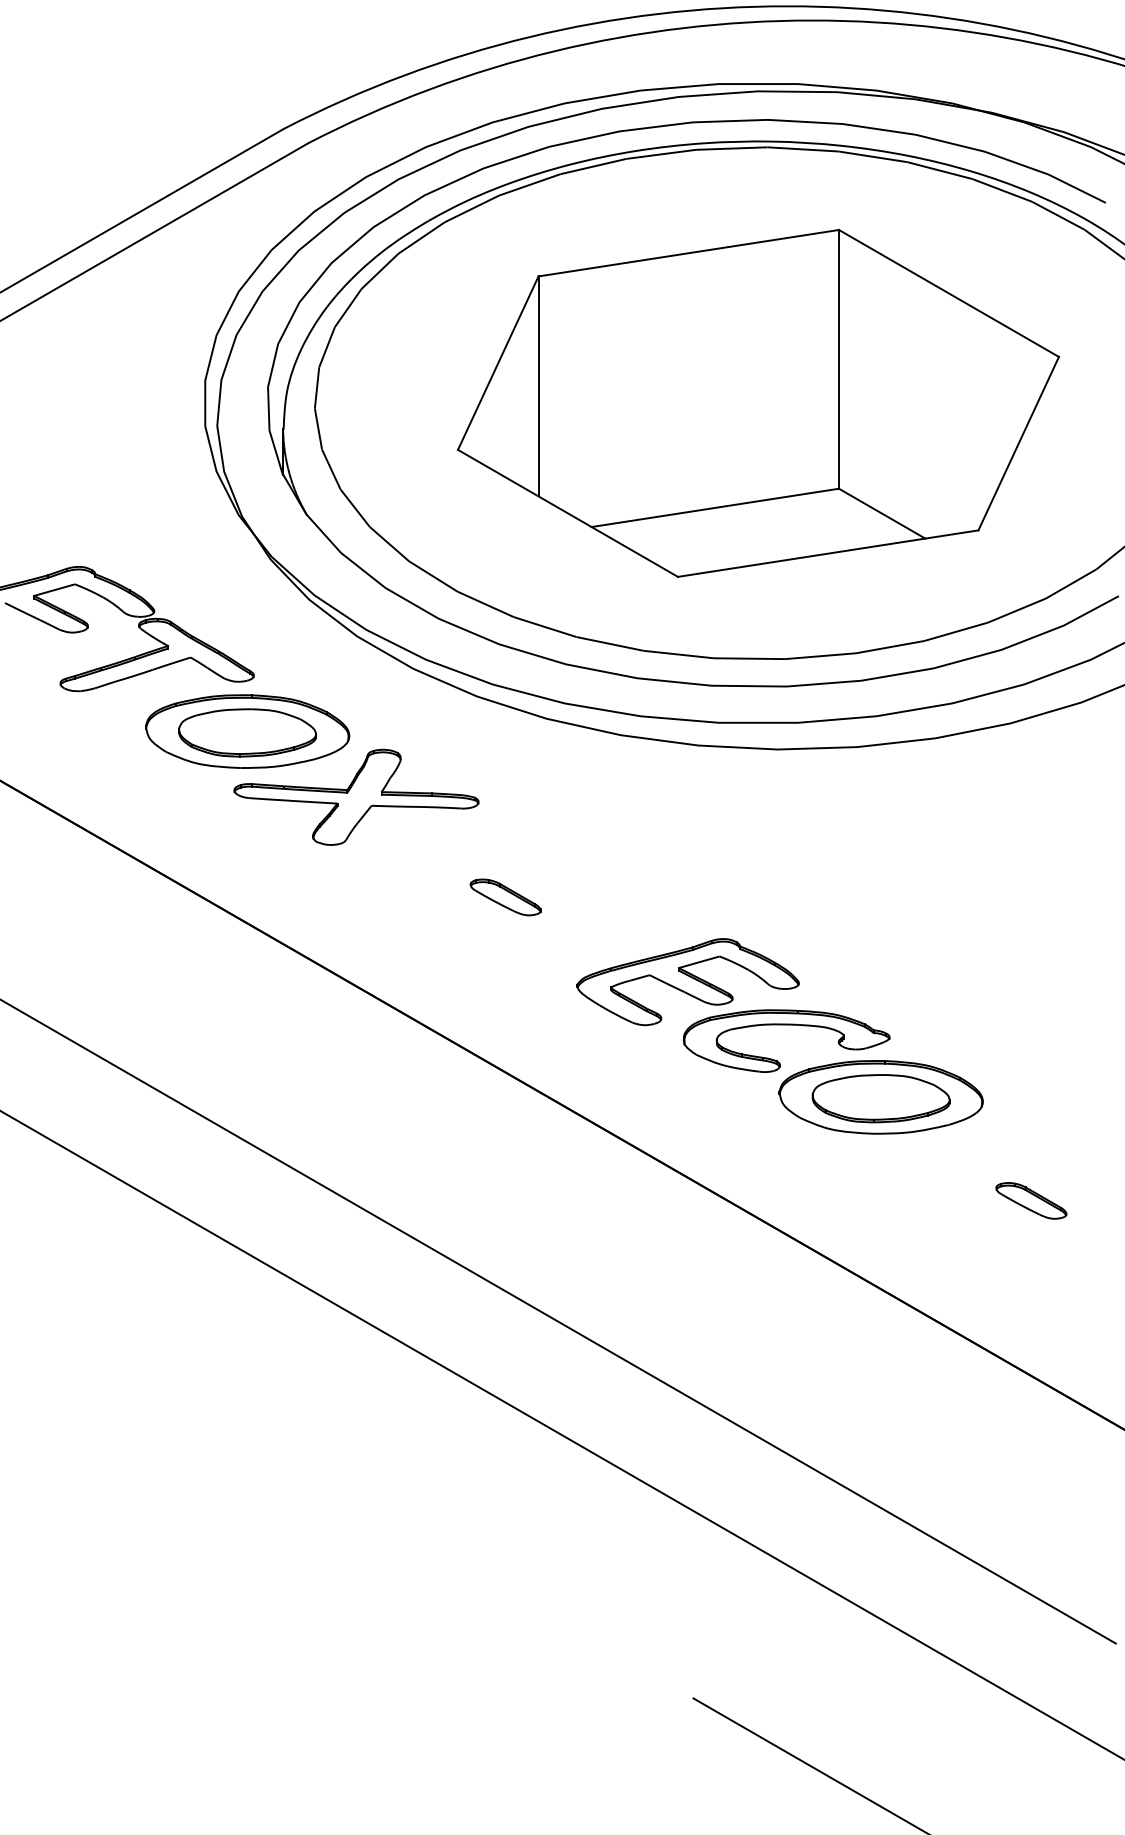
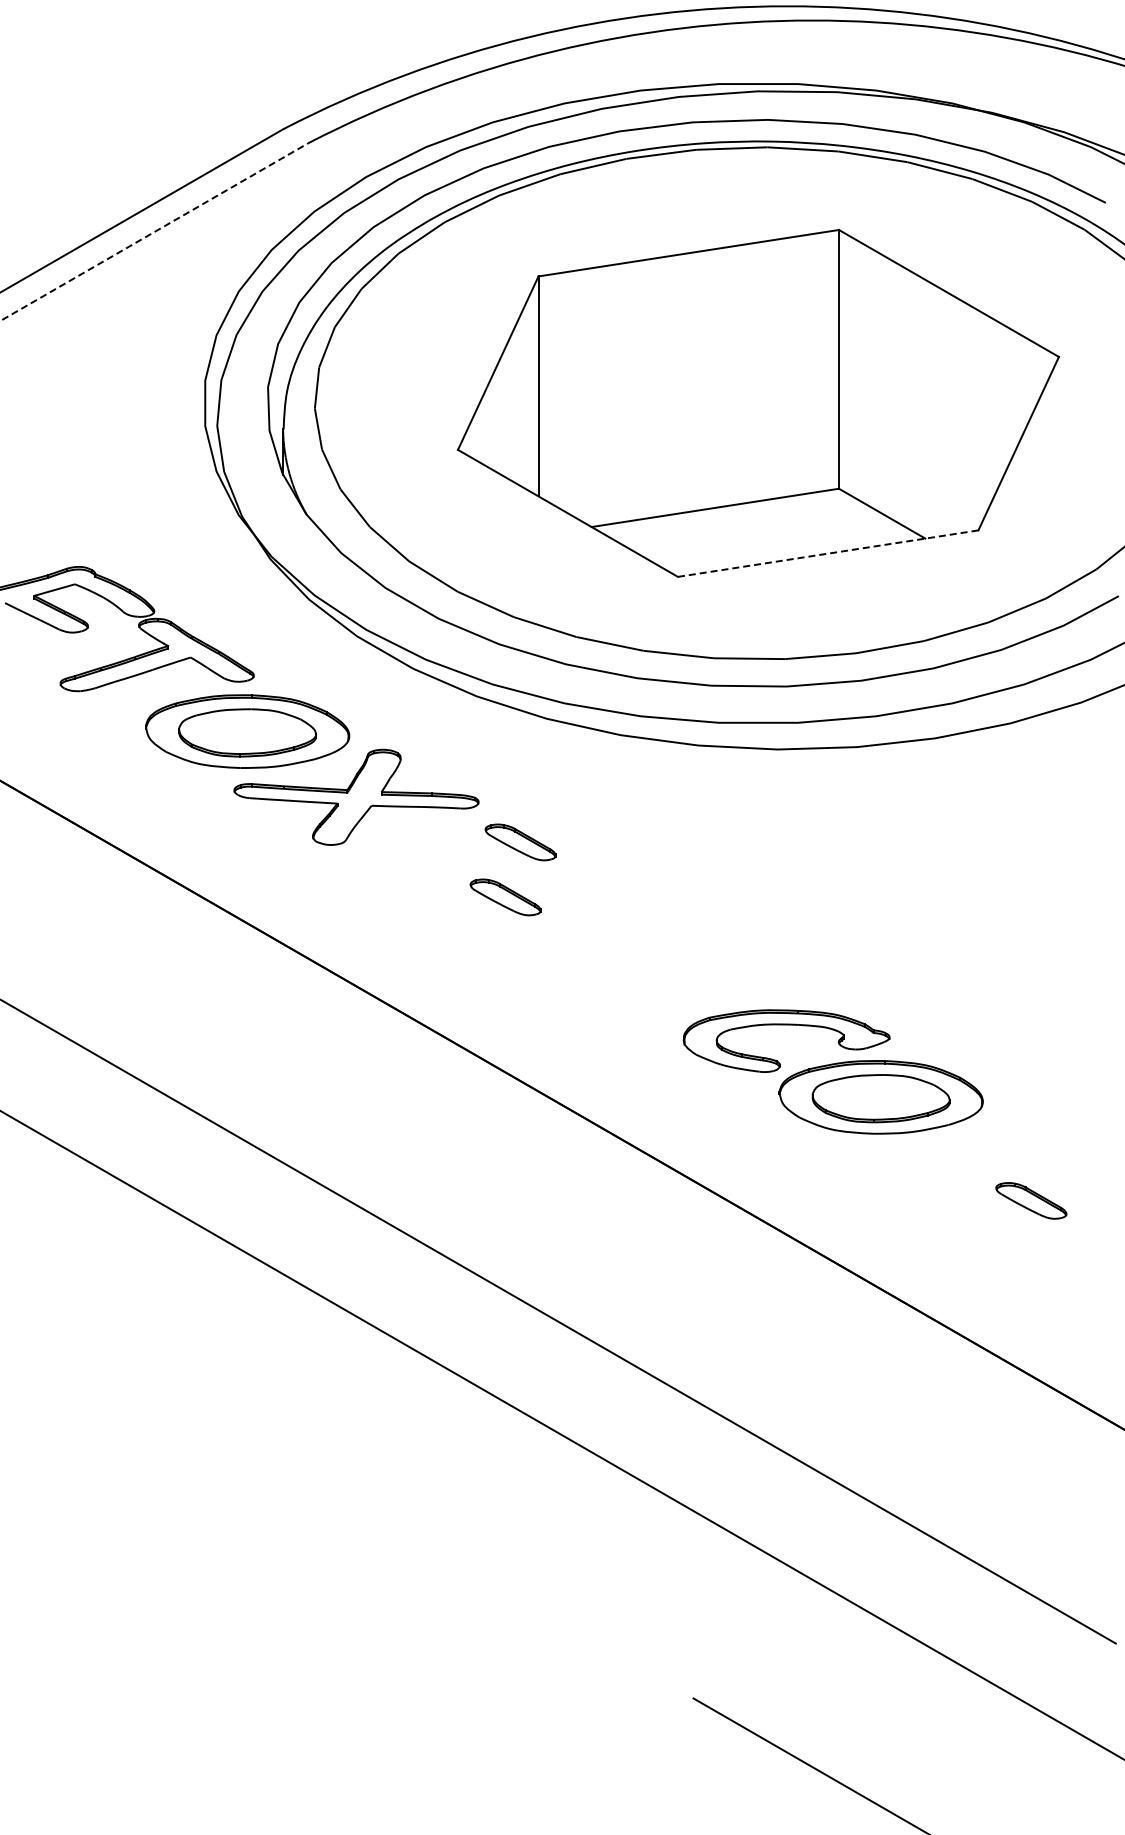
line at (154, 232): solid -> dashed
line at (828, 553): solid -> dashed
part at (520, 842): none -> present
part at (687, 982): present -> none
